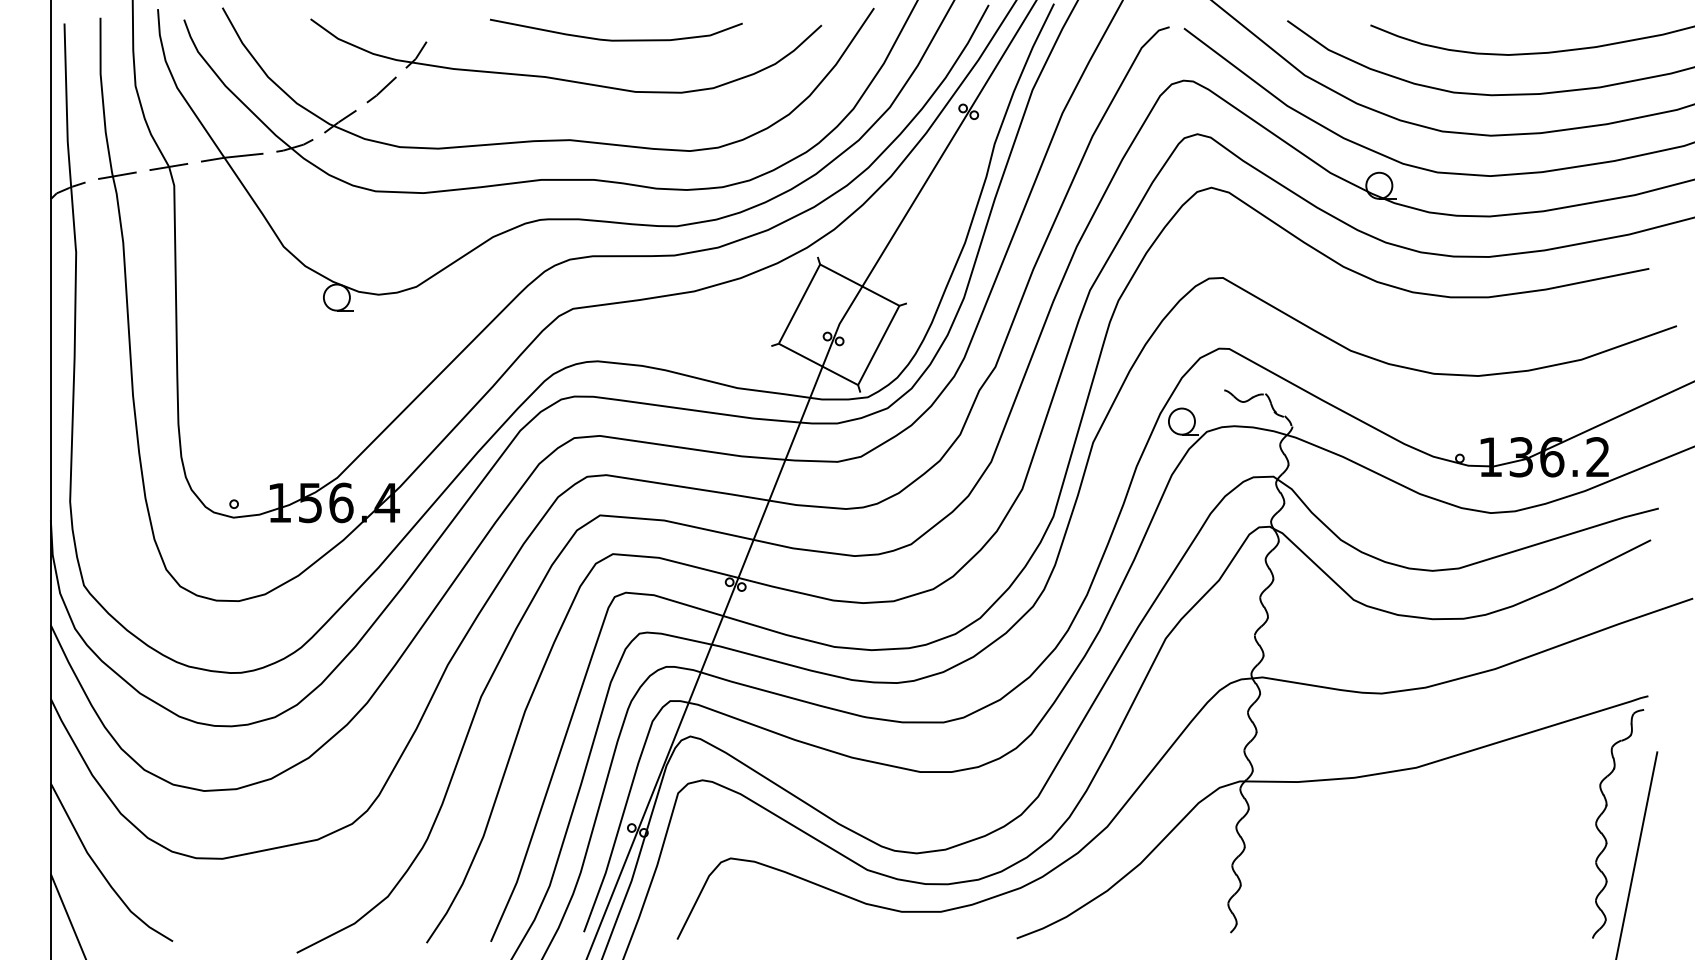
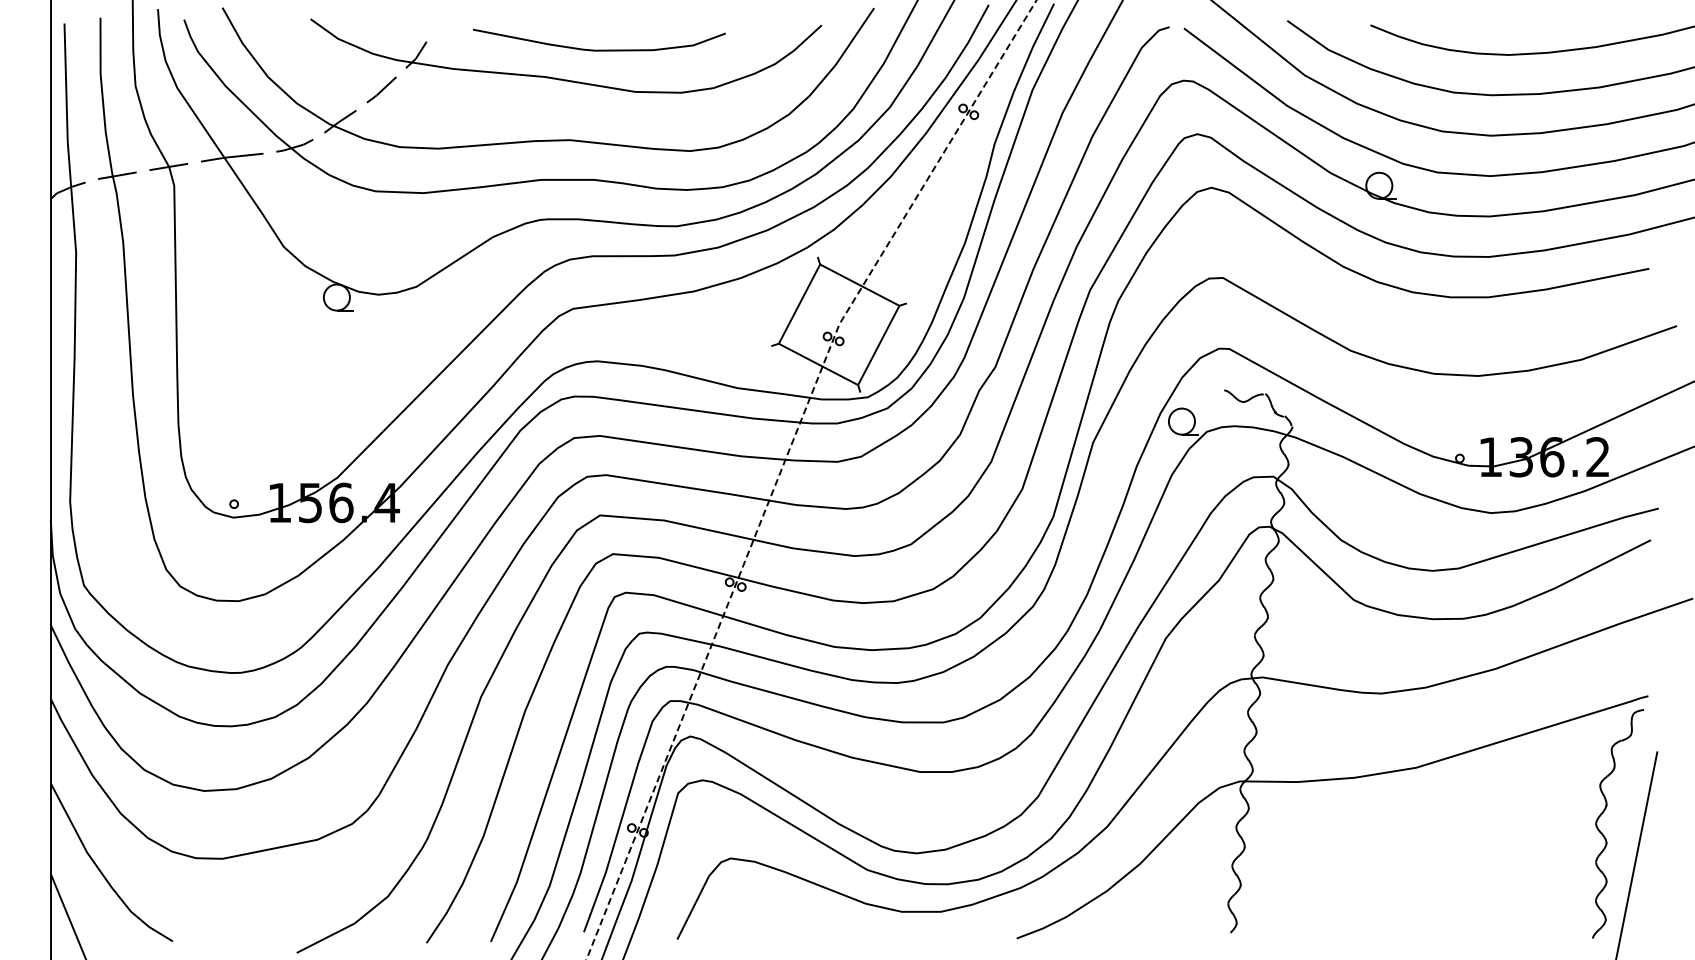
curve at (616, 39) position: (616, 39) -> (599, 49)
line at (783, 465): solid -> dashed
